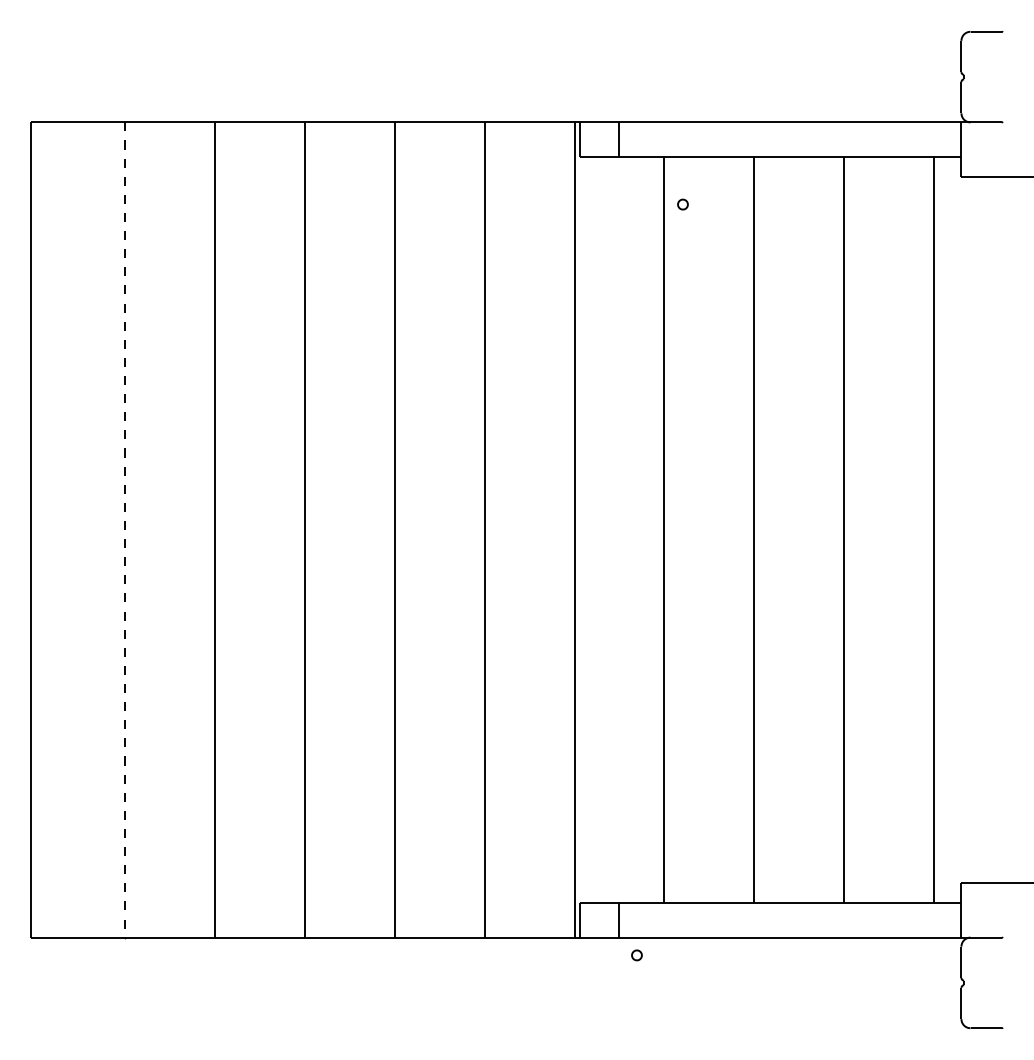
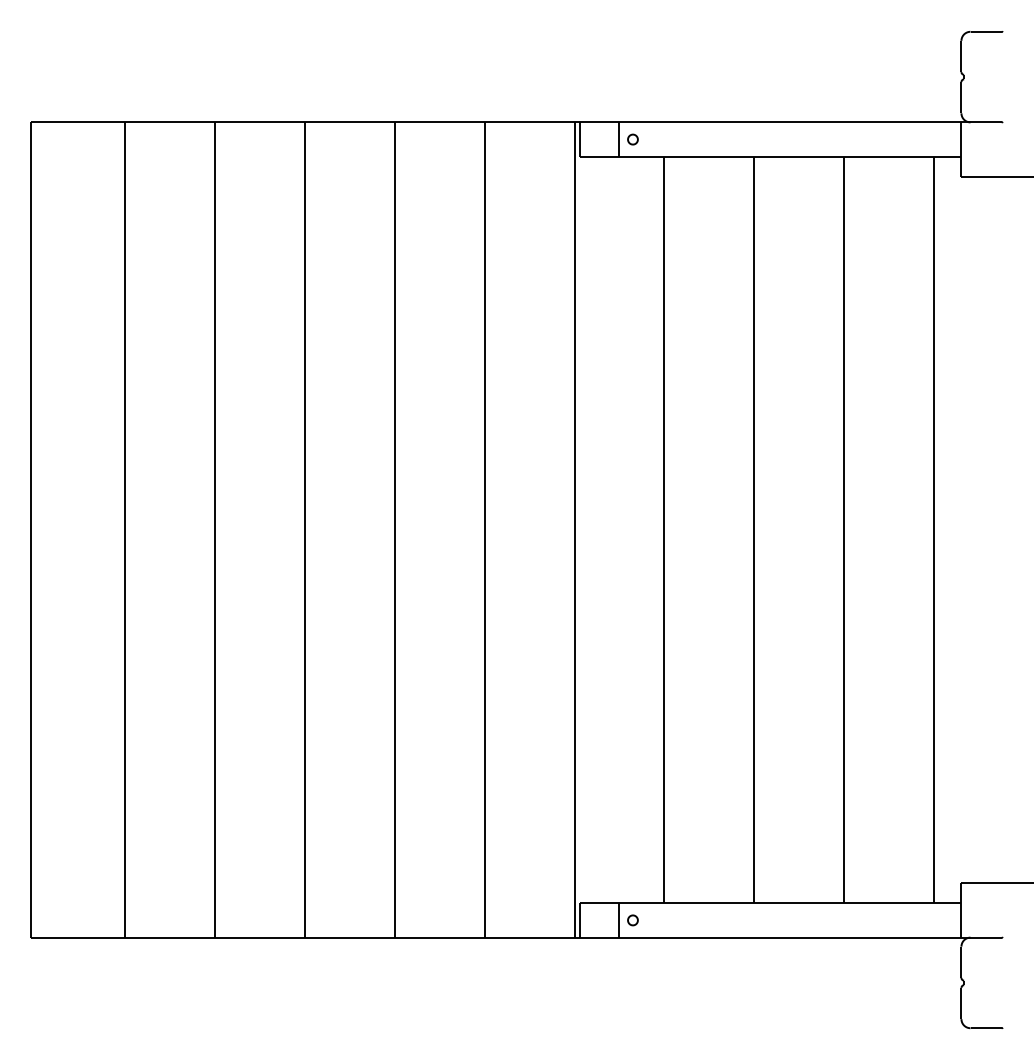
part at (682, 204) position: (682, 204) -> (632, 139)
line at (124, 529): dashed -> solid
part at (636, 955) position: (636, 955) -> (632, 920)
